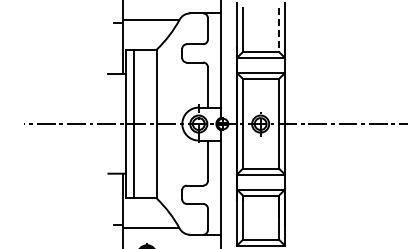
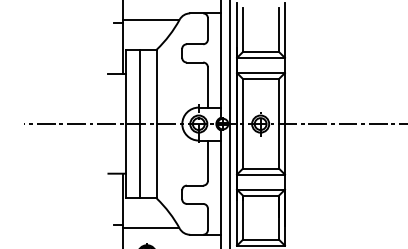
line at (279, 30): dashed -> solid
line at (133, 123) position: (133, 123) -> (139, 123)
line at (229, 123): none -> present
